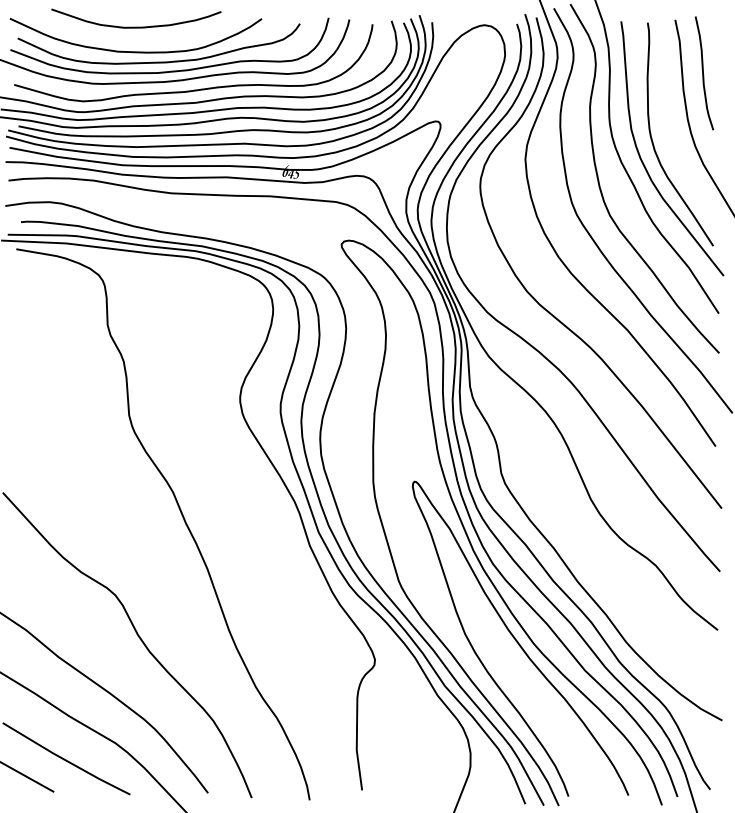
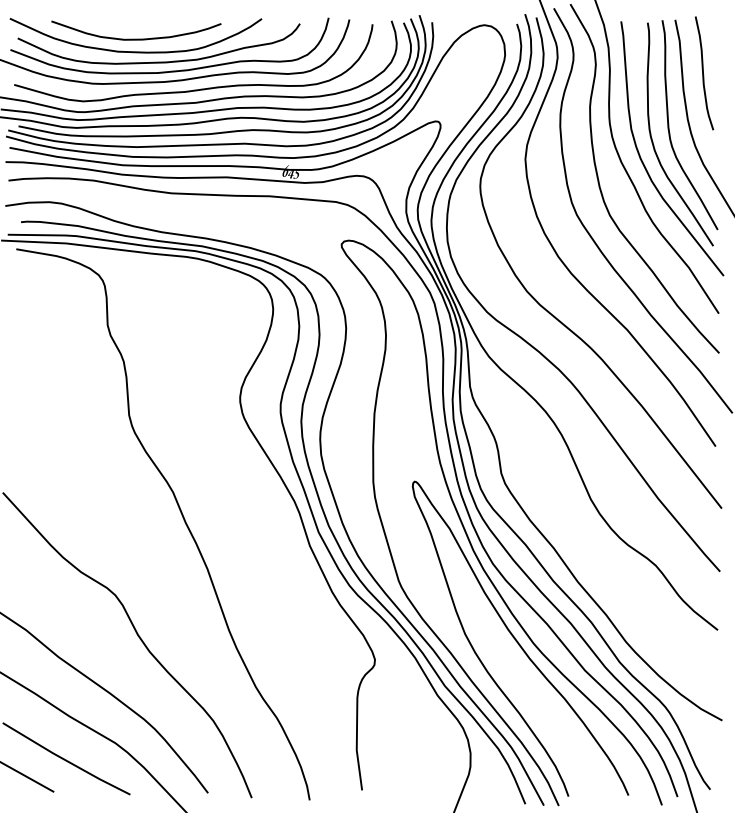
curve at (136, 26) position: (136, 26) -> (136, 38)
curve at (669, 125): none -> present
